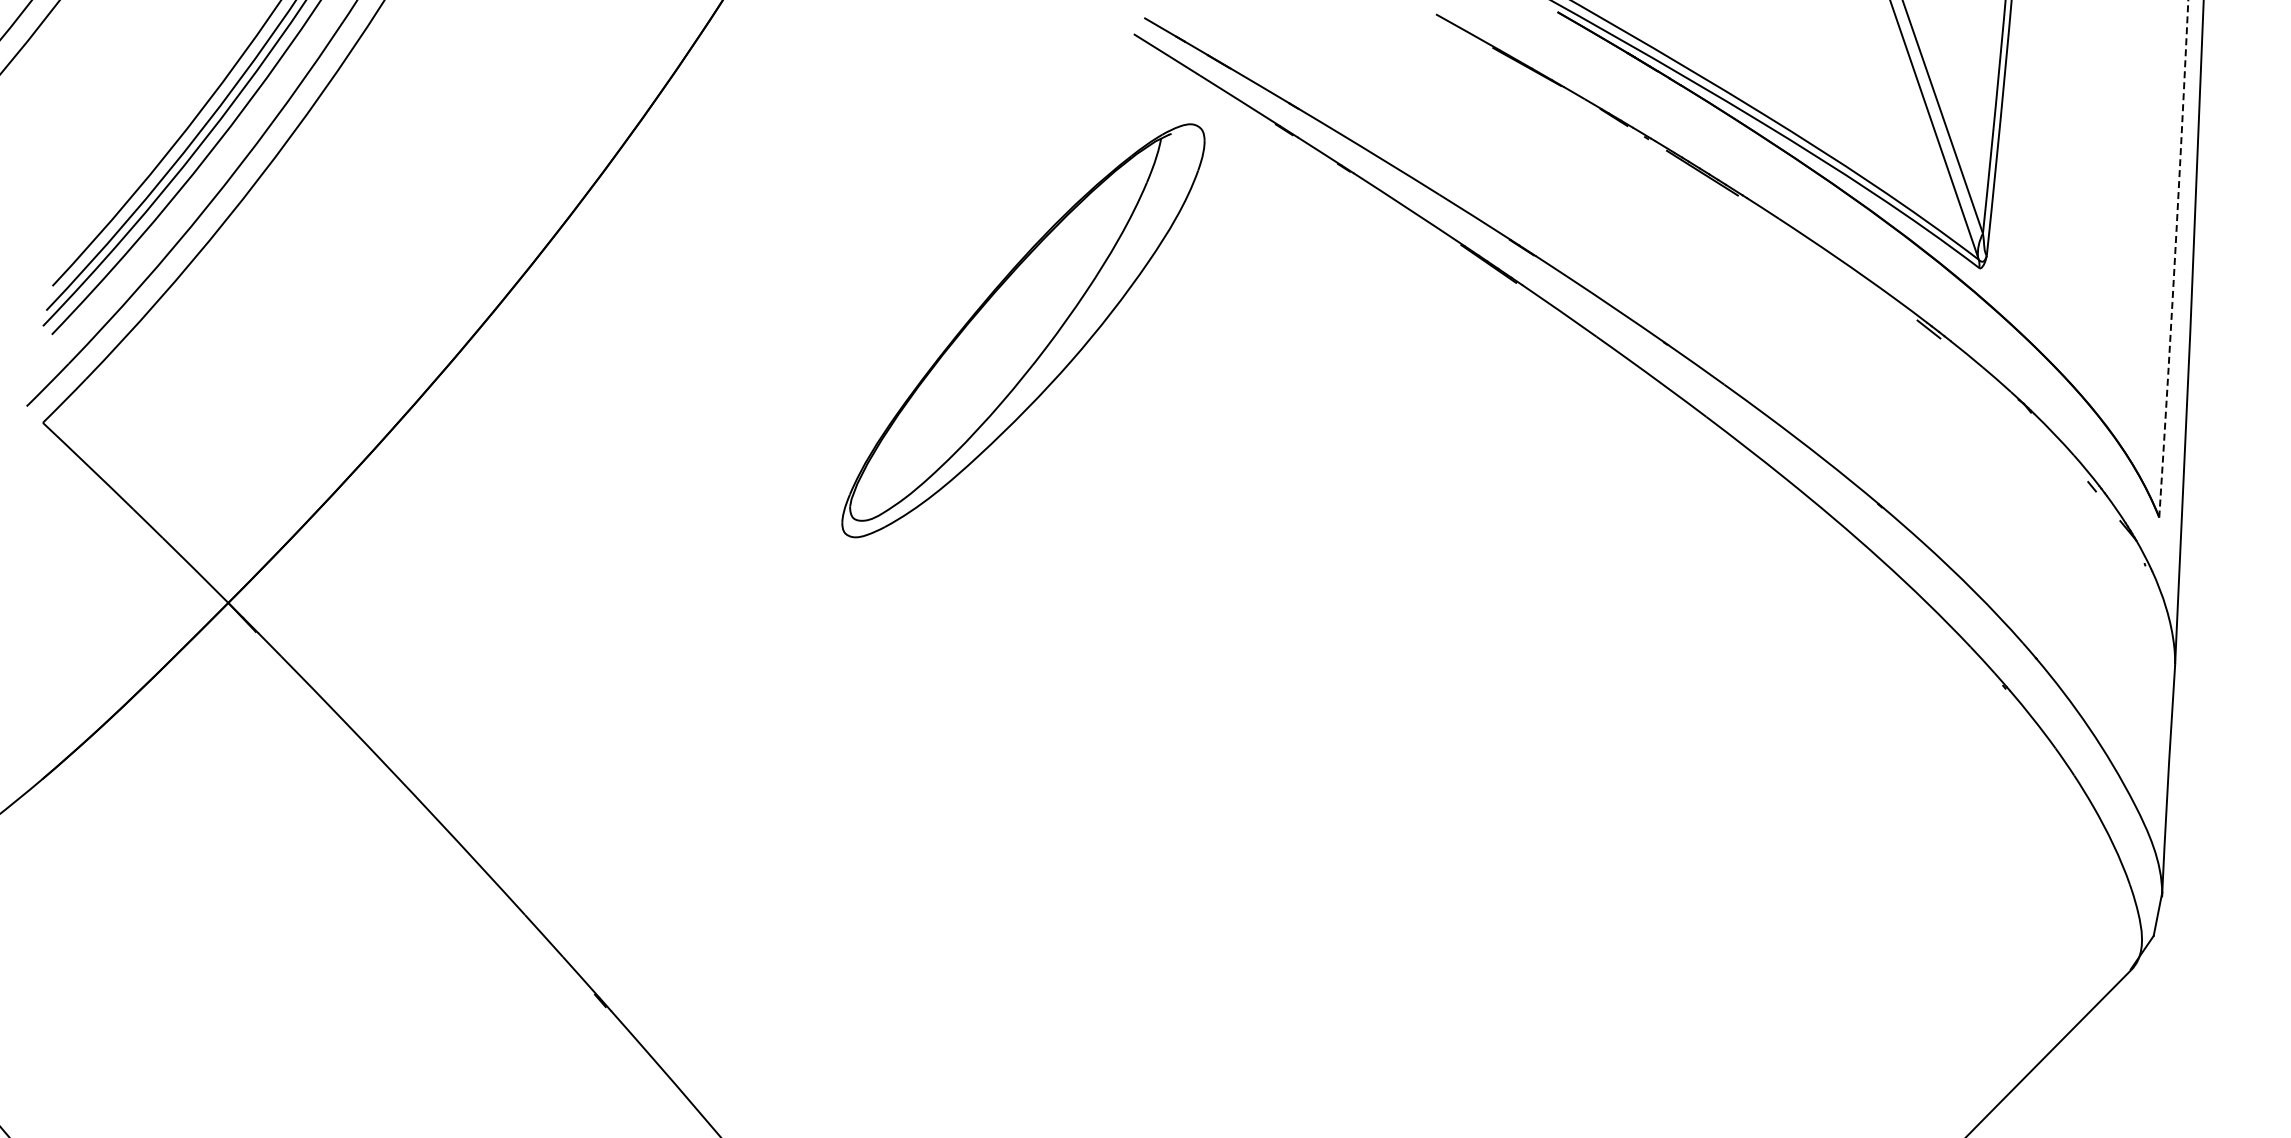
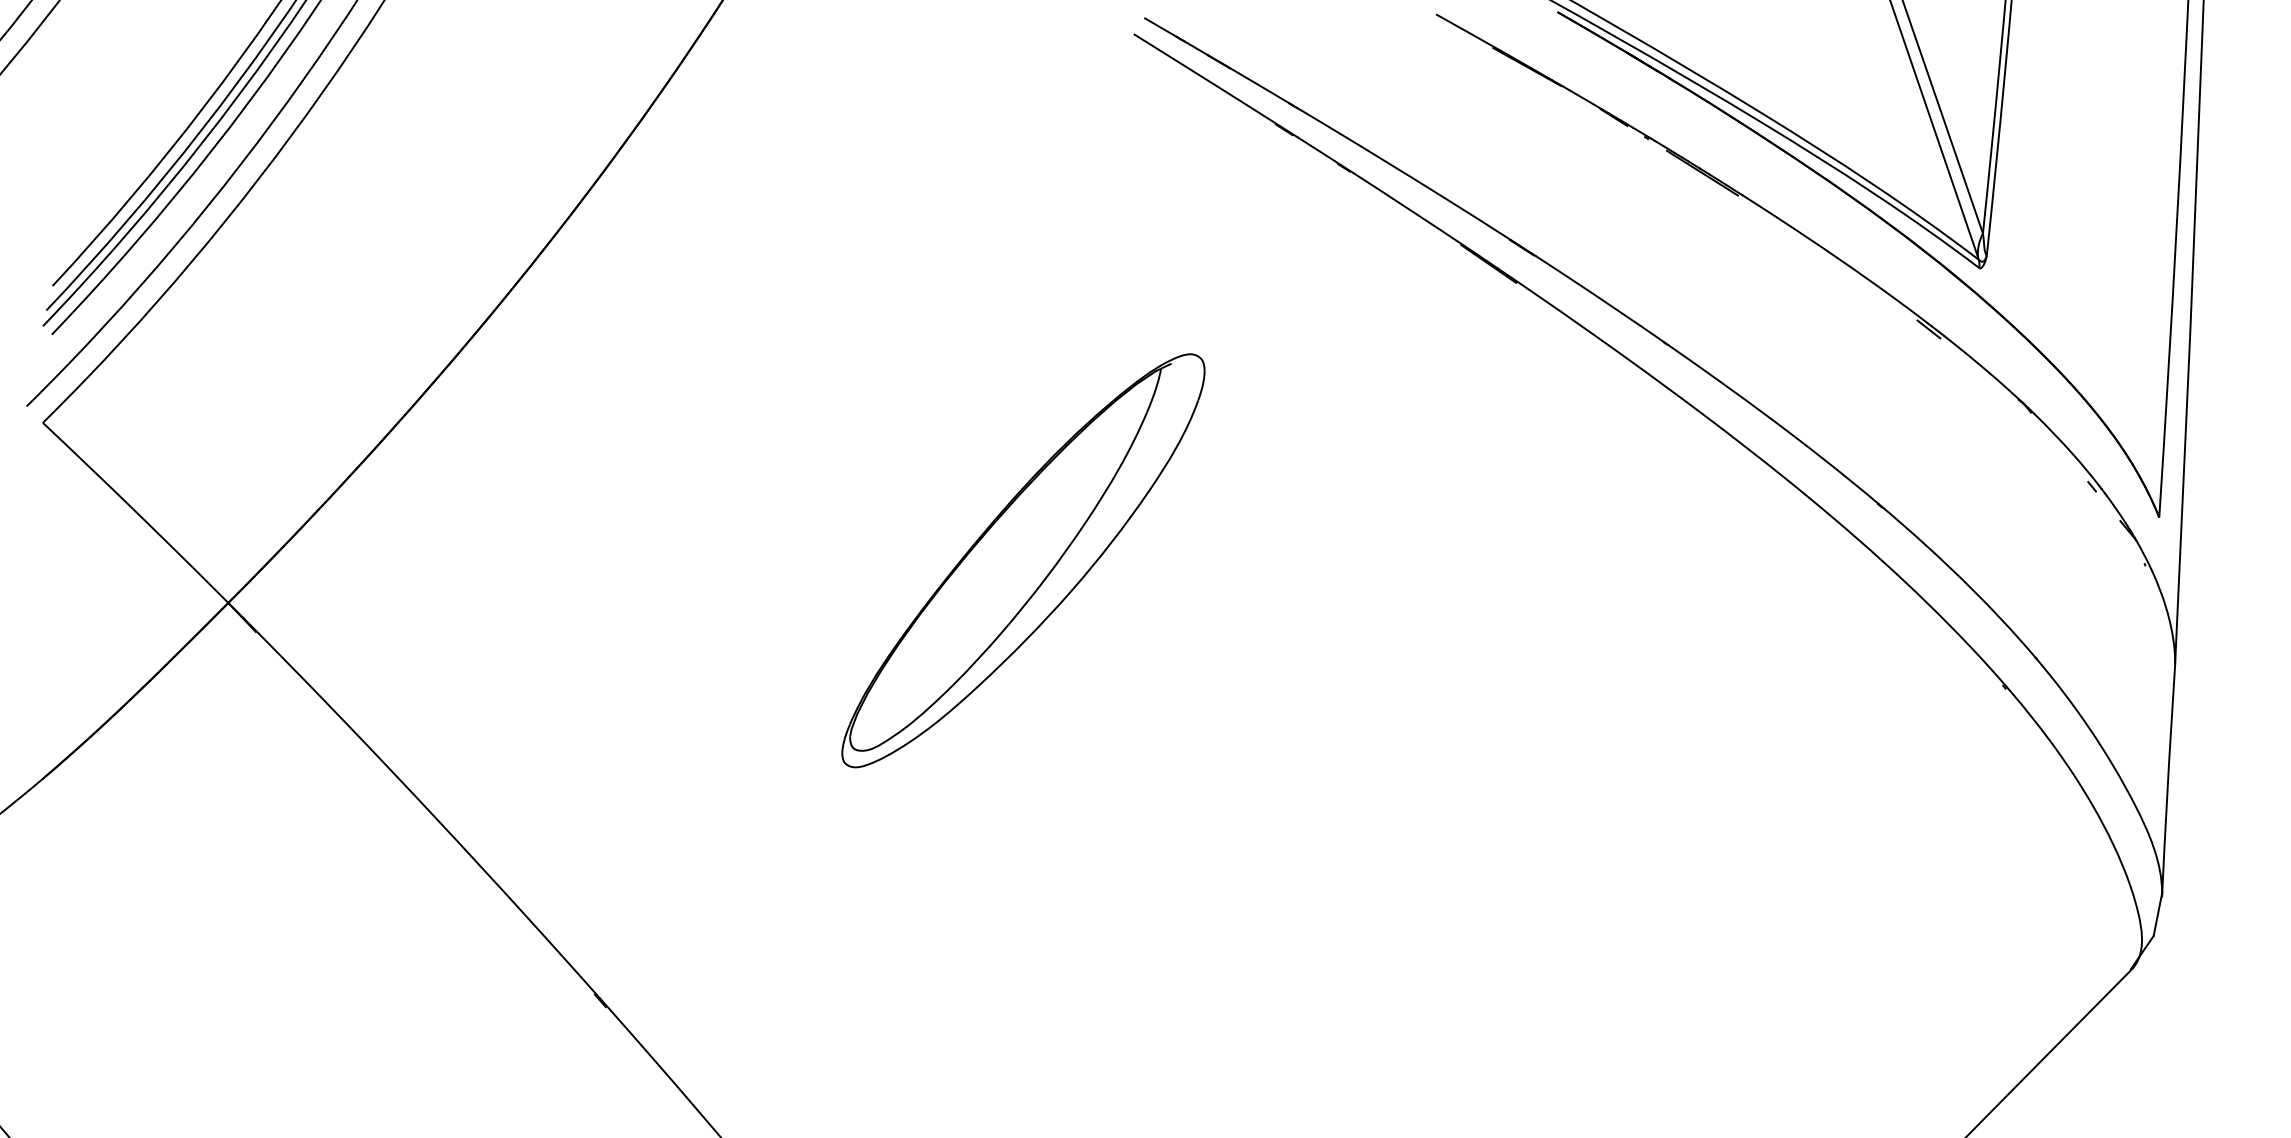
arc at (2174, 258): dashed -> solid
part at (1023, 330) position: (1023, 330) -> (1023, 560)
